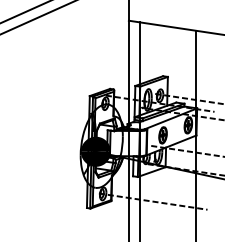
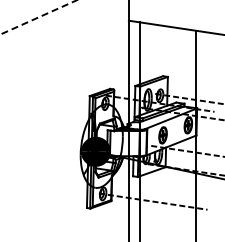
line at (24, 12): present -> none
line at (38, 17): solid -> dashed
